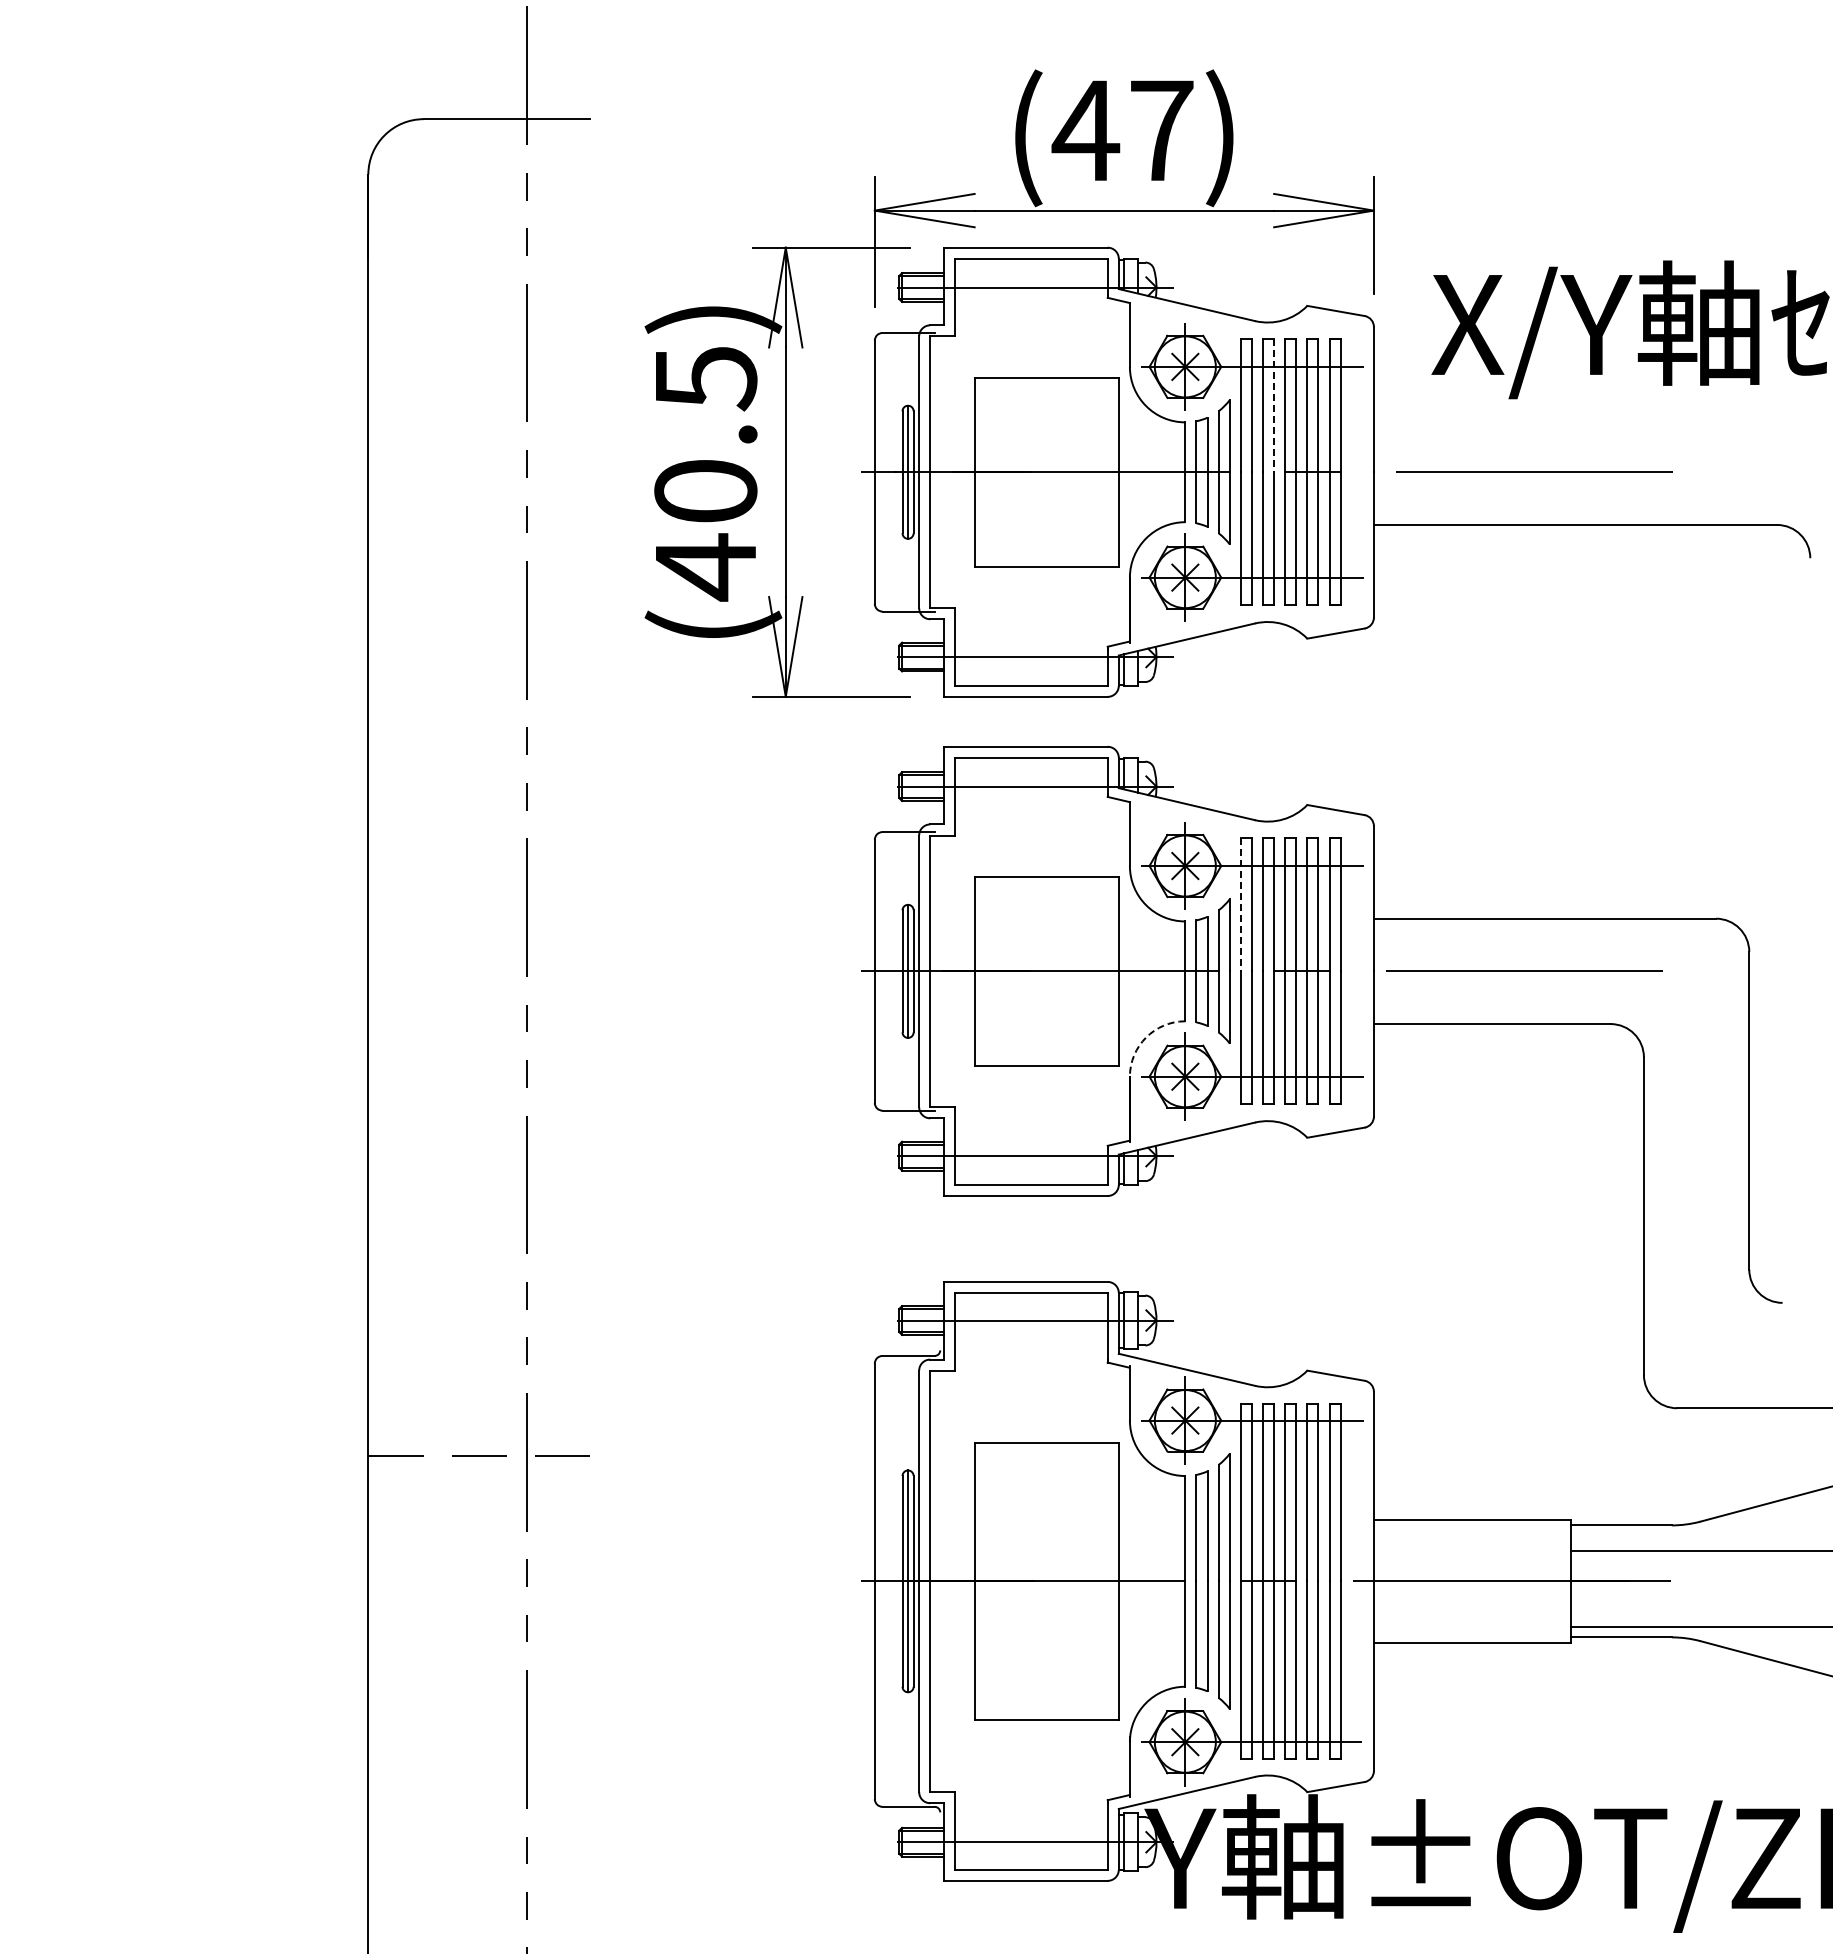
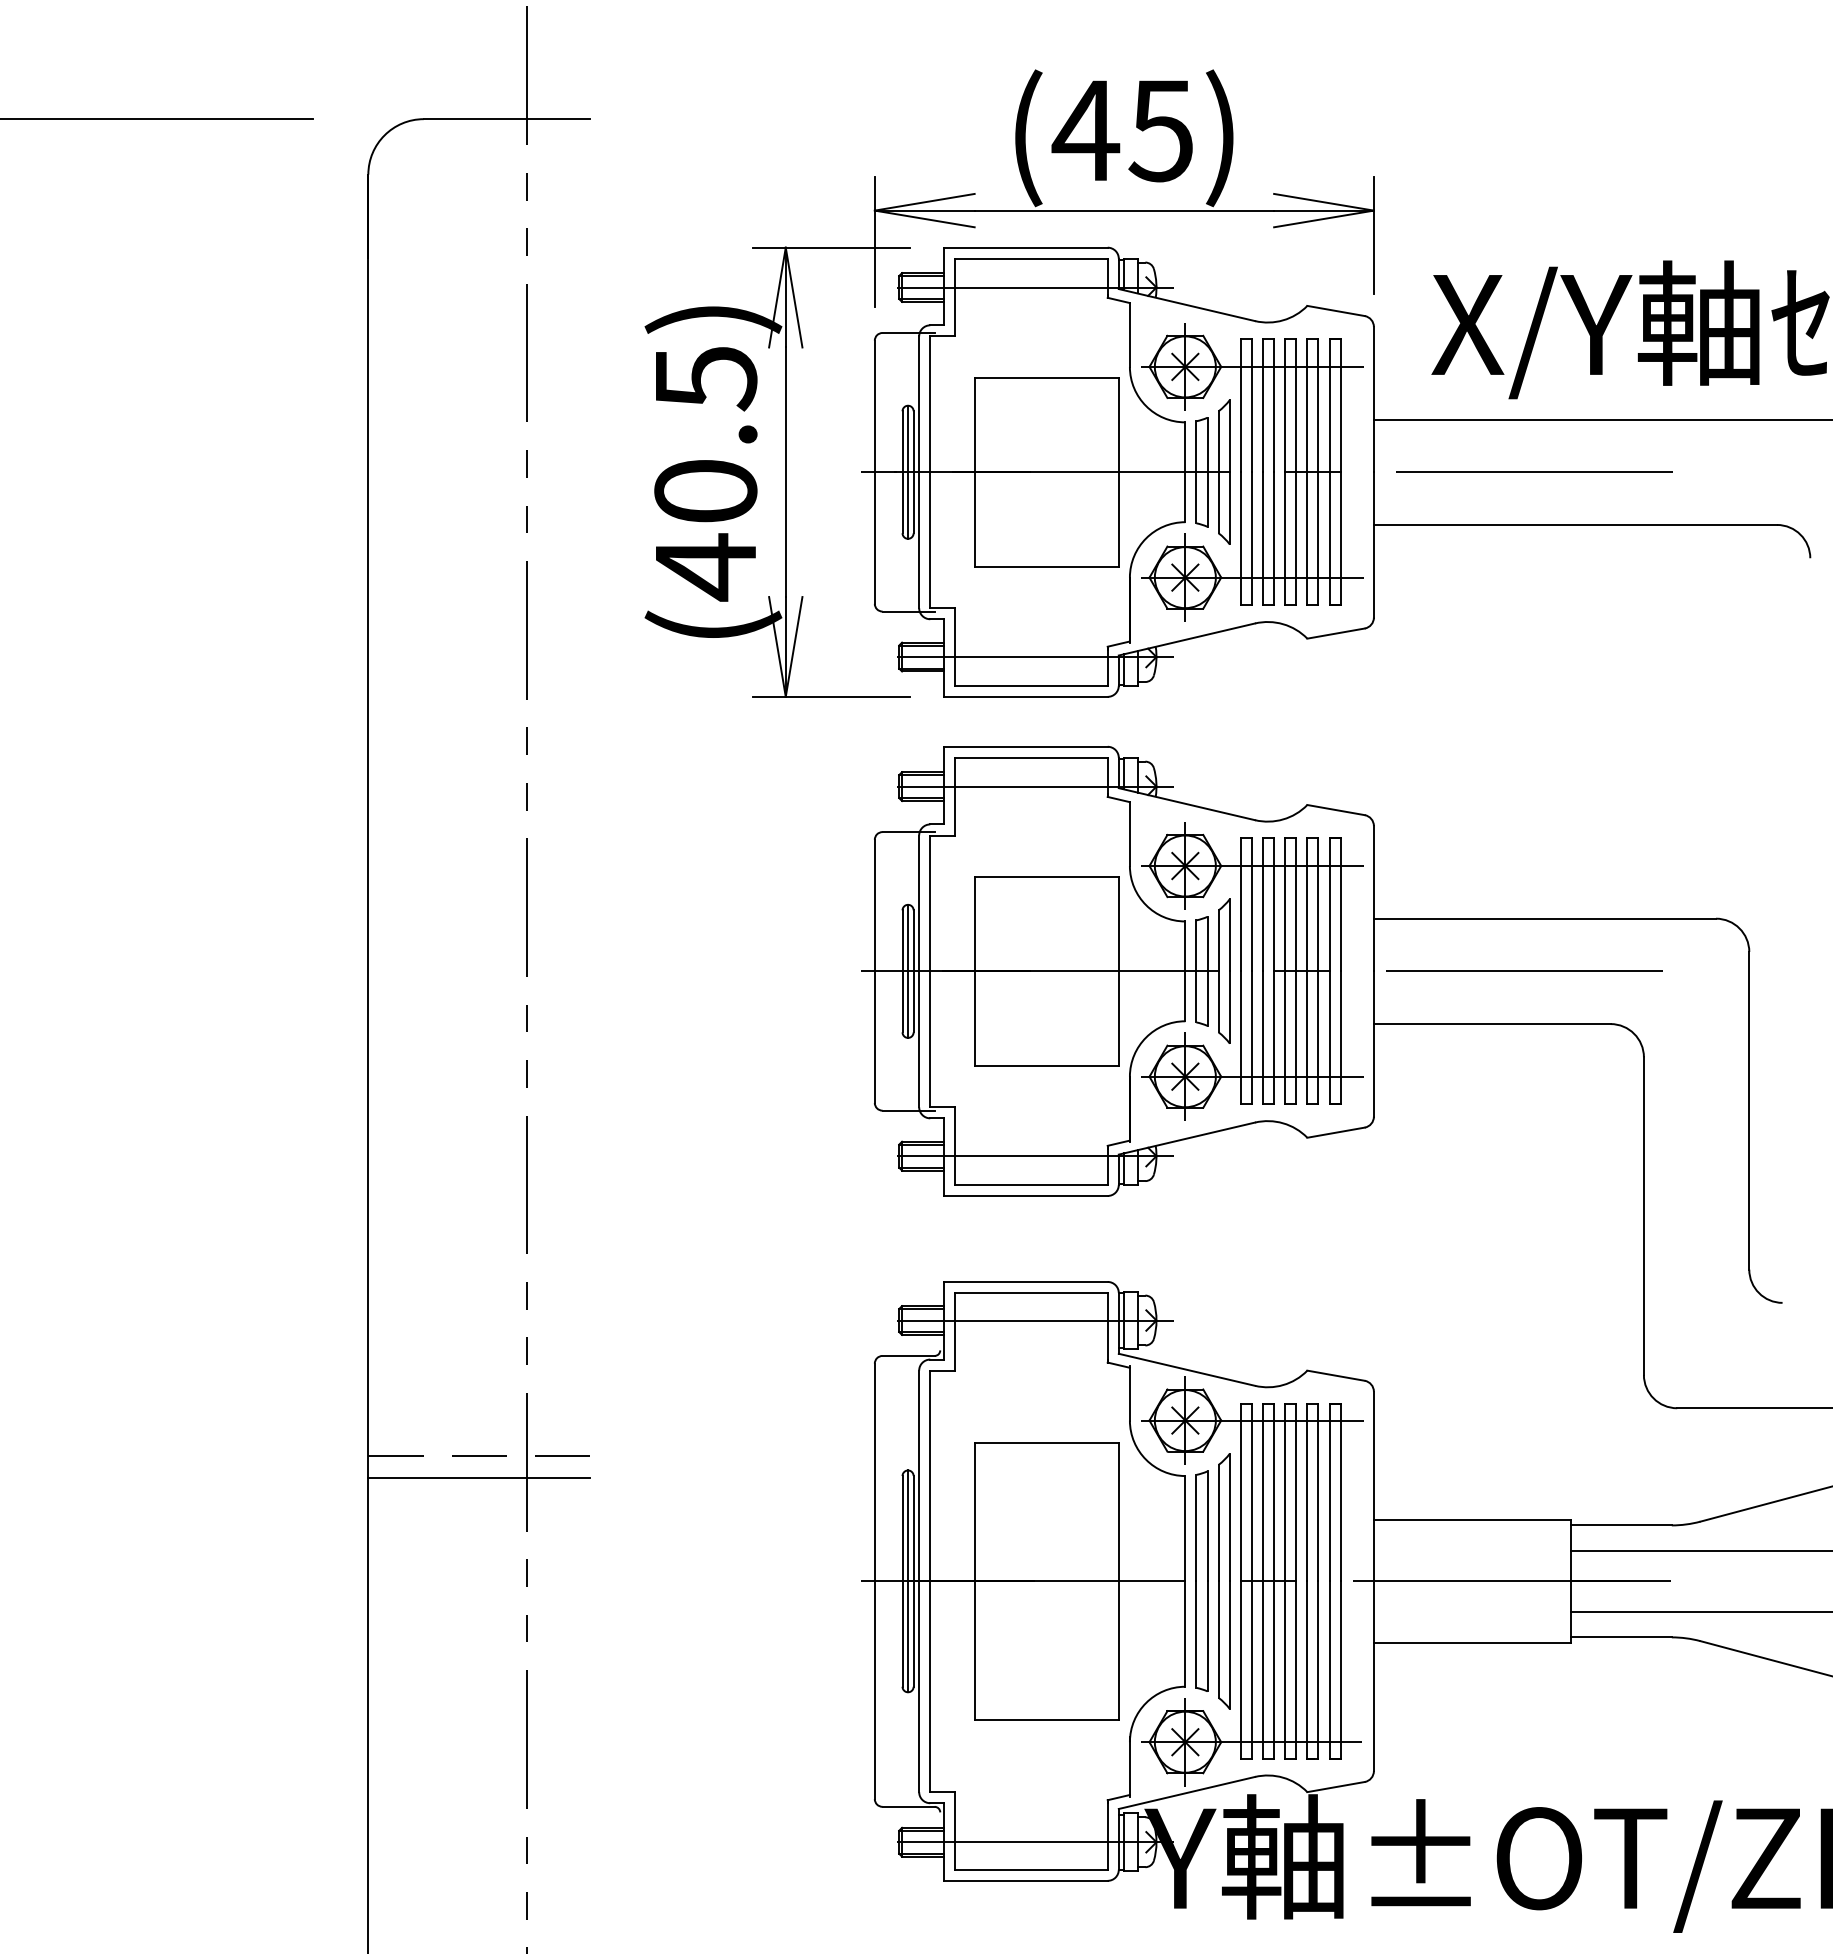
line at (157, 119): none -> present
text at (1160, 131): (47) -> (45)
line at (1274, 405): dashed -> solid
line at (1601, 419): none -> present
line at (1240, 904): dashed -> solid
arc at (1146, 1037): dashed -> solid
line at (479, 1477): none -> present
line at (1699, 1626) position: (1699, 1626) -> (1699, 1611)
